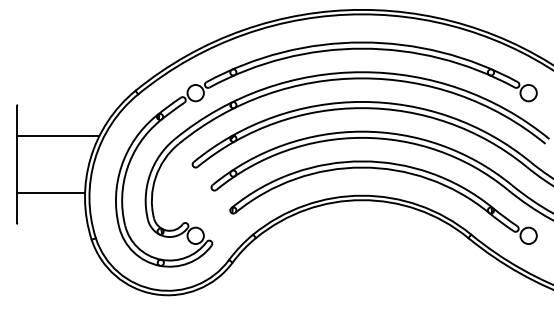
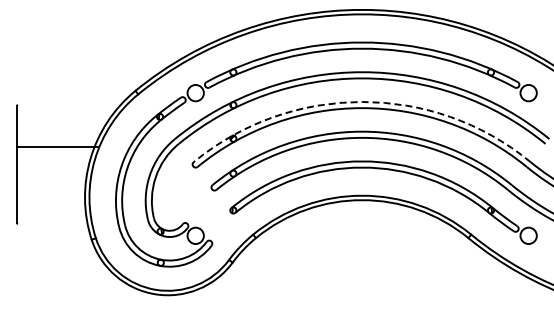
arc at (362, 101): solid -> dashed
line at (58, 136) position: (58, 136) -> (58, 147)
line at (51, 192): present -> none
